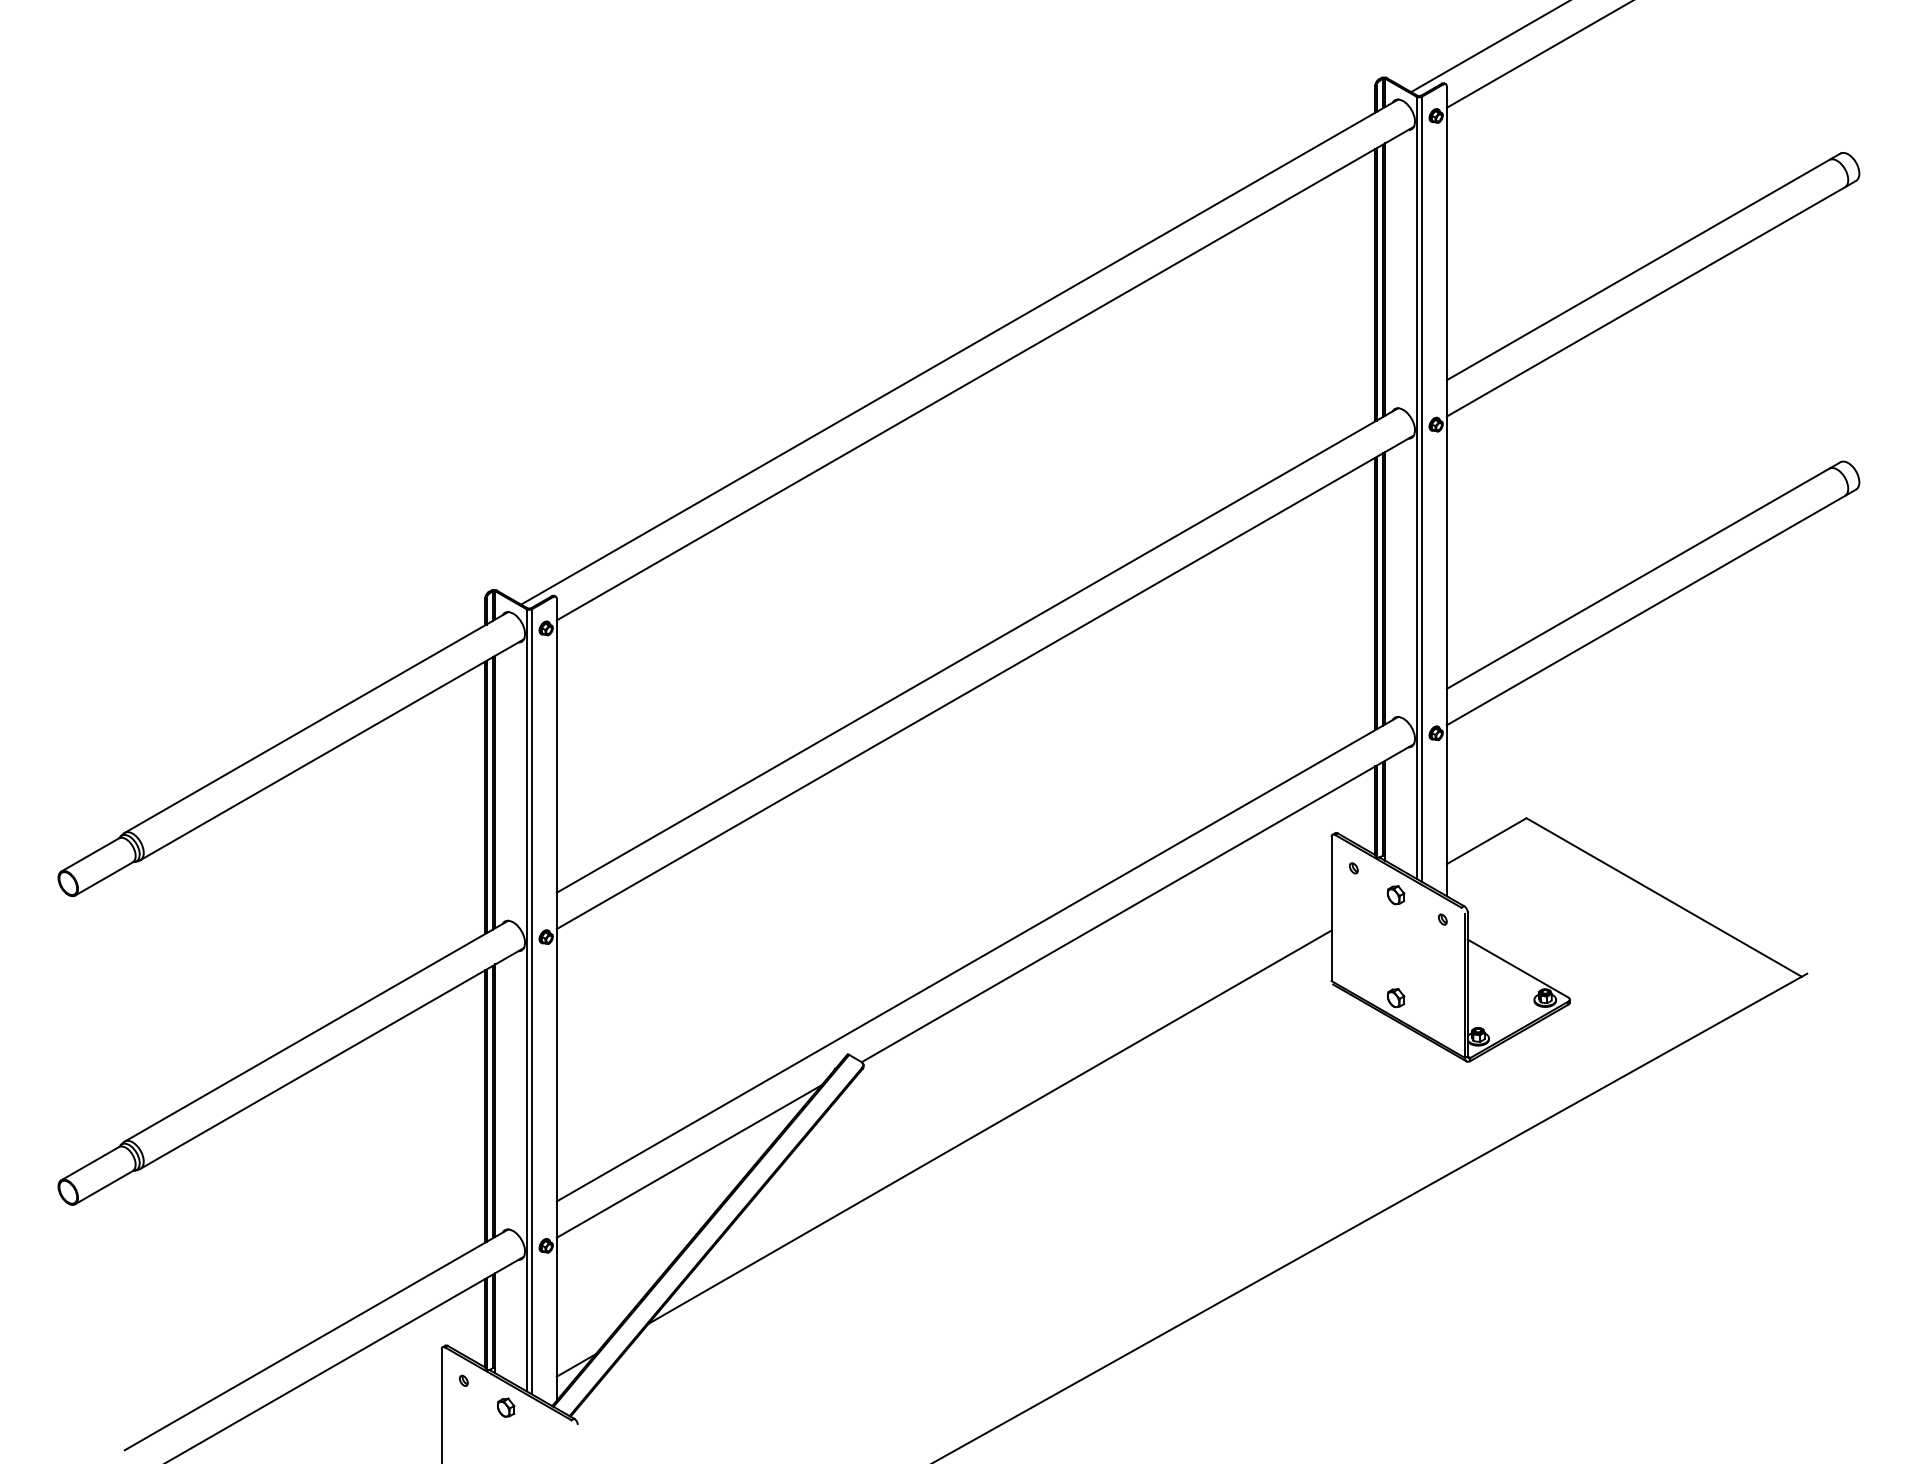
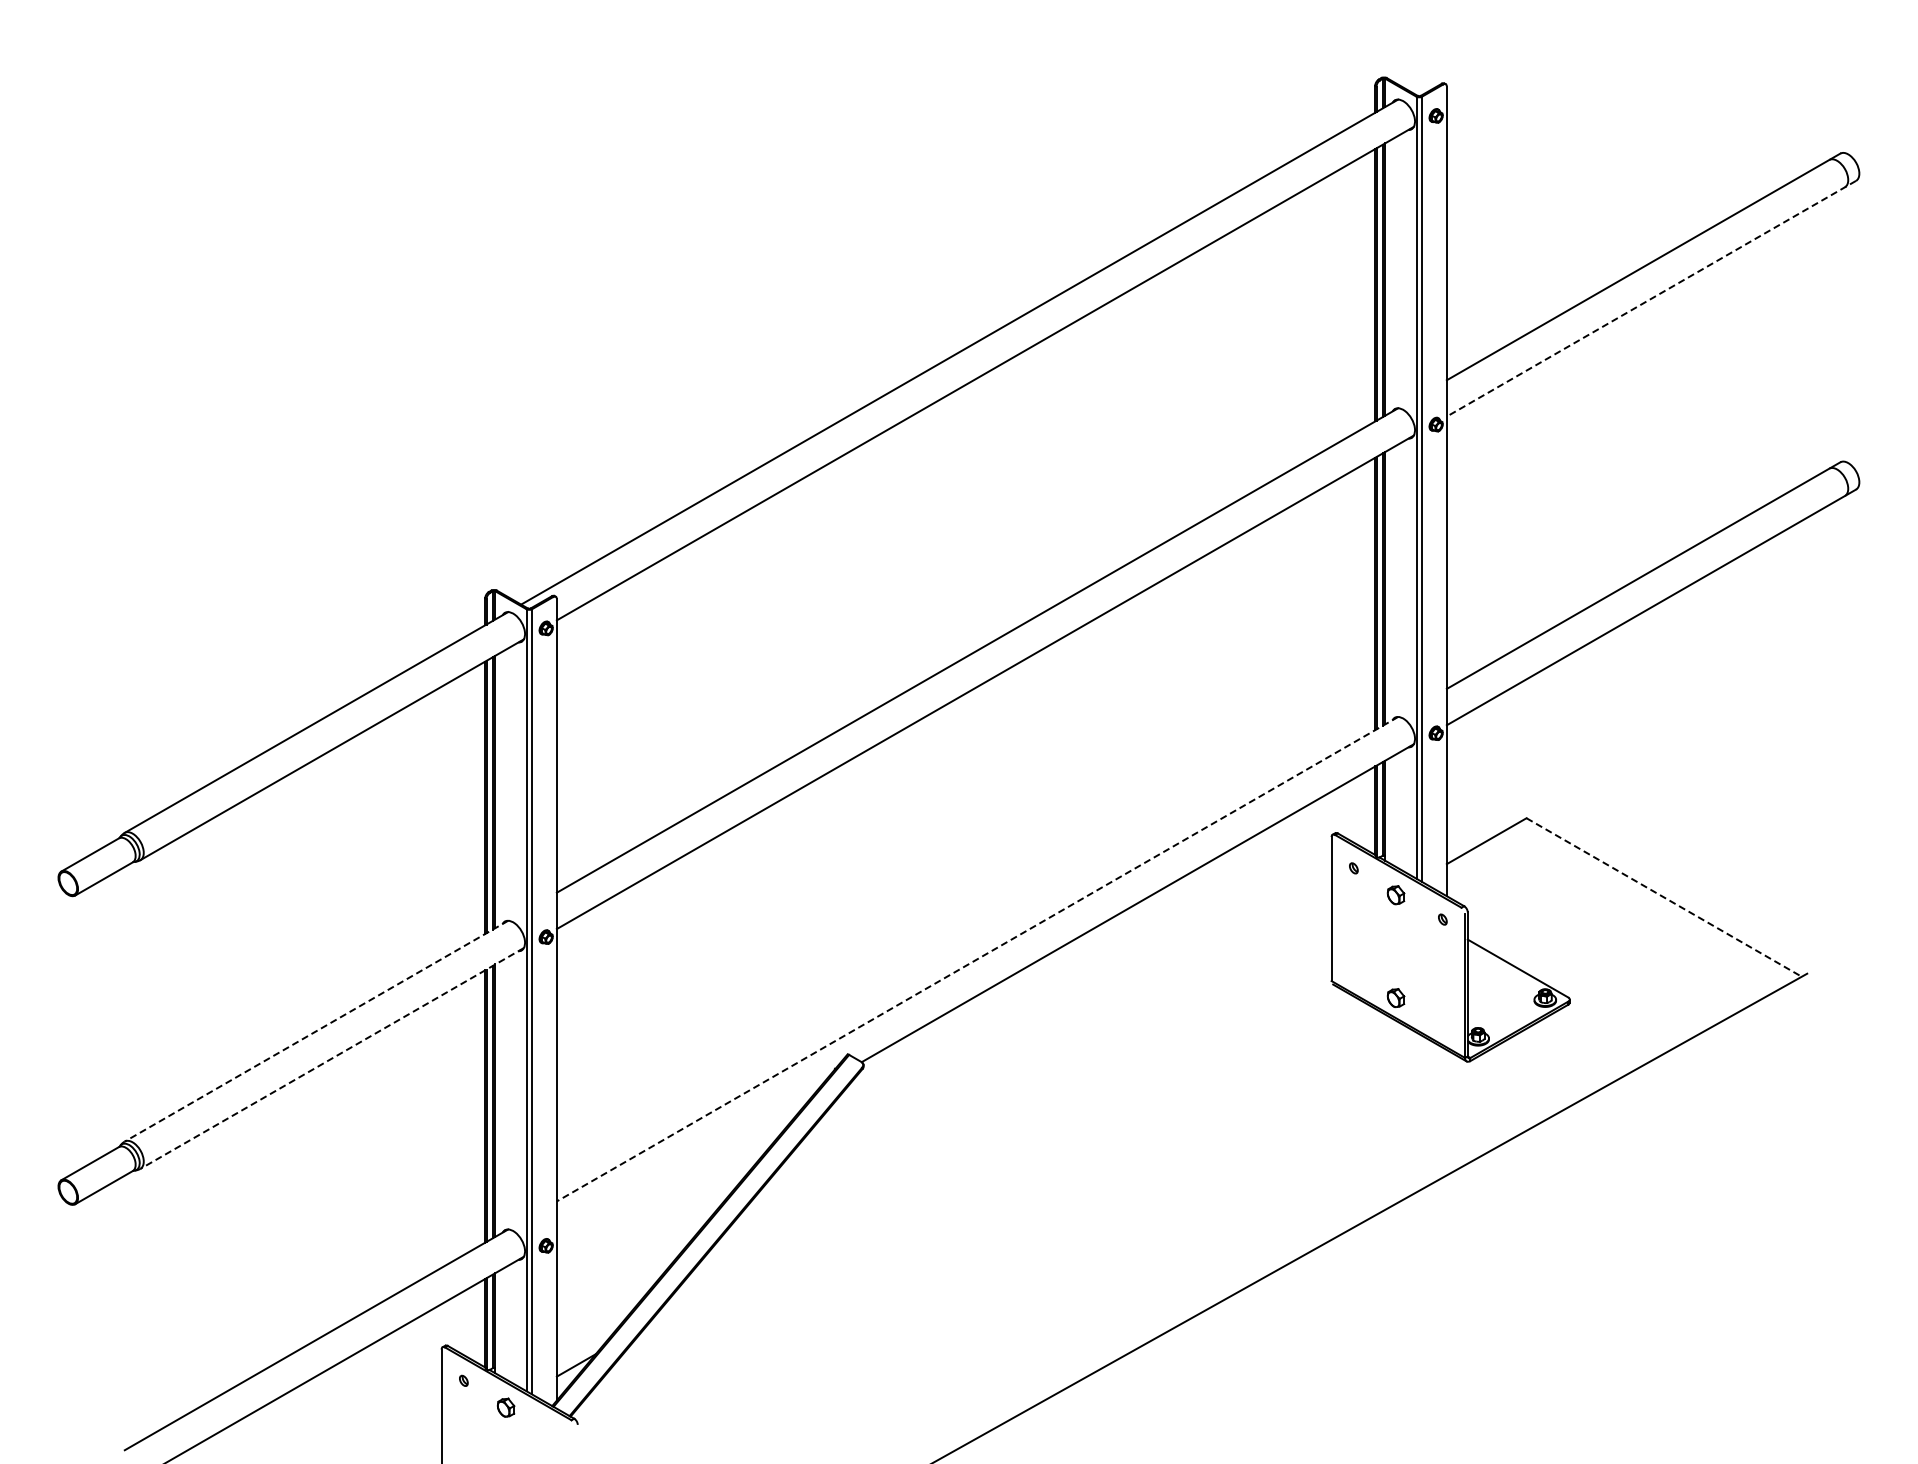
line at (1489, 47): present -> none
line at (1538, 54): present -> none
line at (1651, 298): solid -> dashed
line at (1664, 897): solid -> dashed
line at (977, 959): solid -> dashed
line at (316, 1031): solid -> dashed
line at (331, 1058): solid -> dashed
line at (989, 1126): present -> none
line at (688, 1161): present -> none
